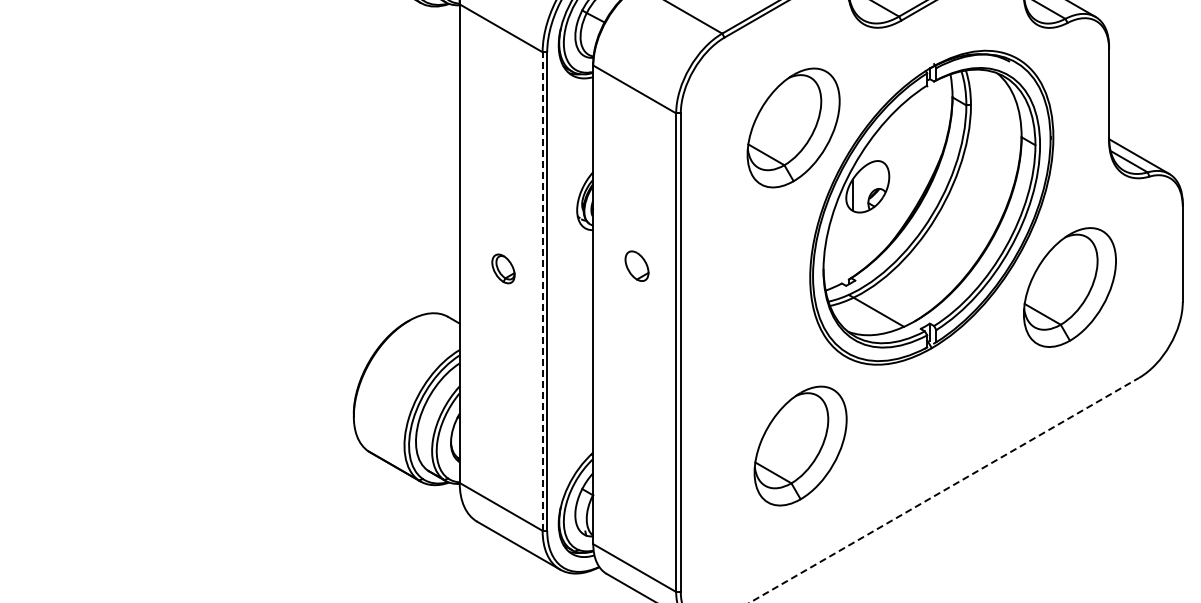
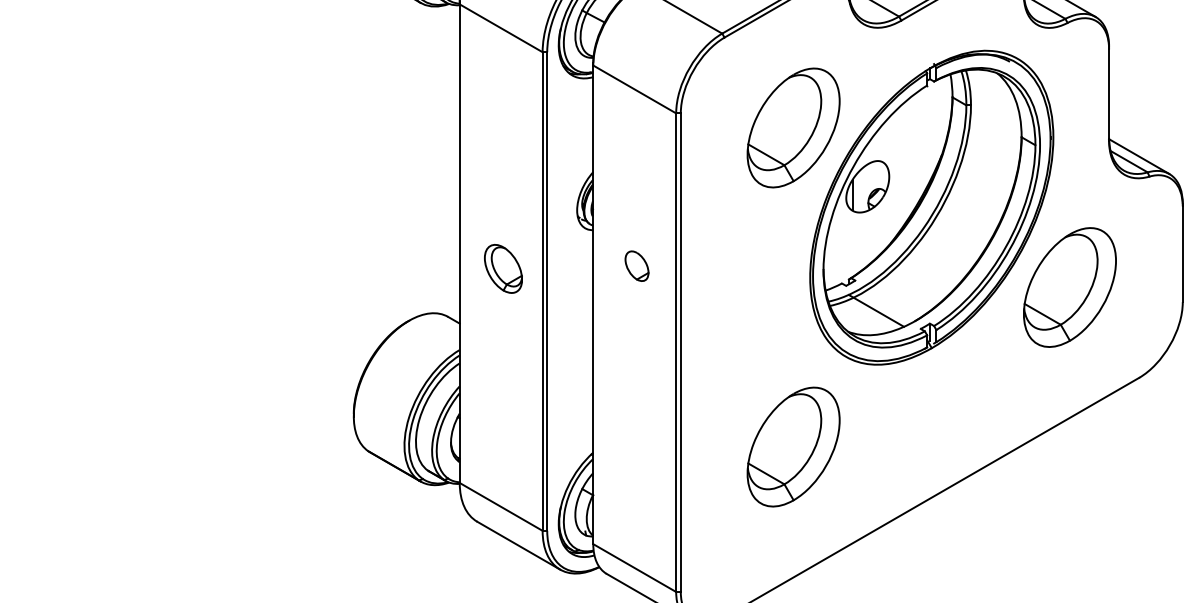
part at (503, 268) size: 25x32 px -> 39x50 px
line at (542, 291): dashed -> solid
part at (800, 445) position: (800, 445) -> (793, 446)
line at (944, 490): dashed -> solid
